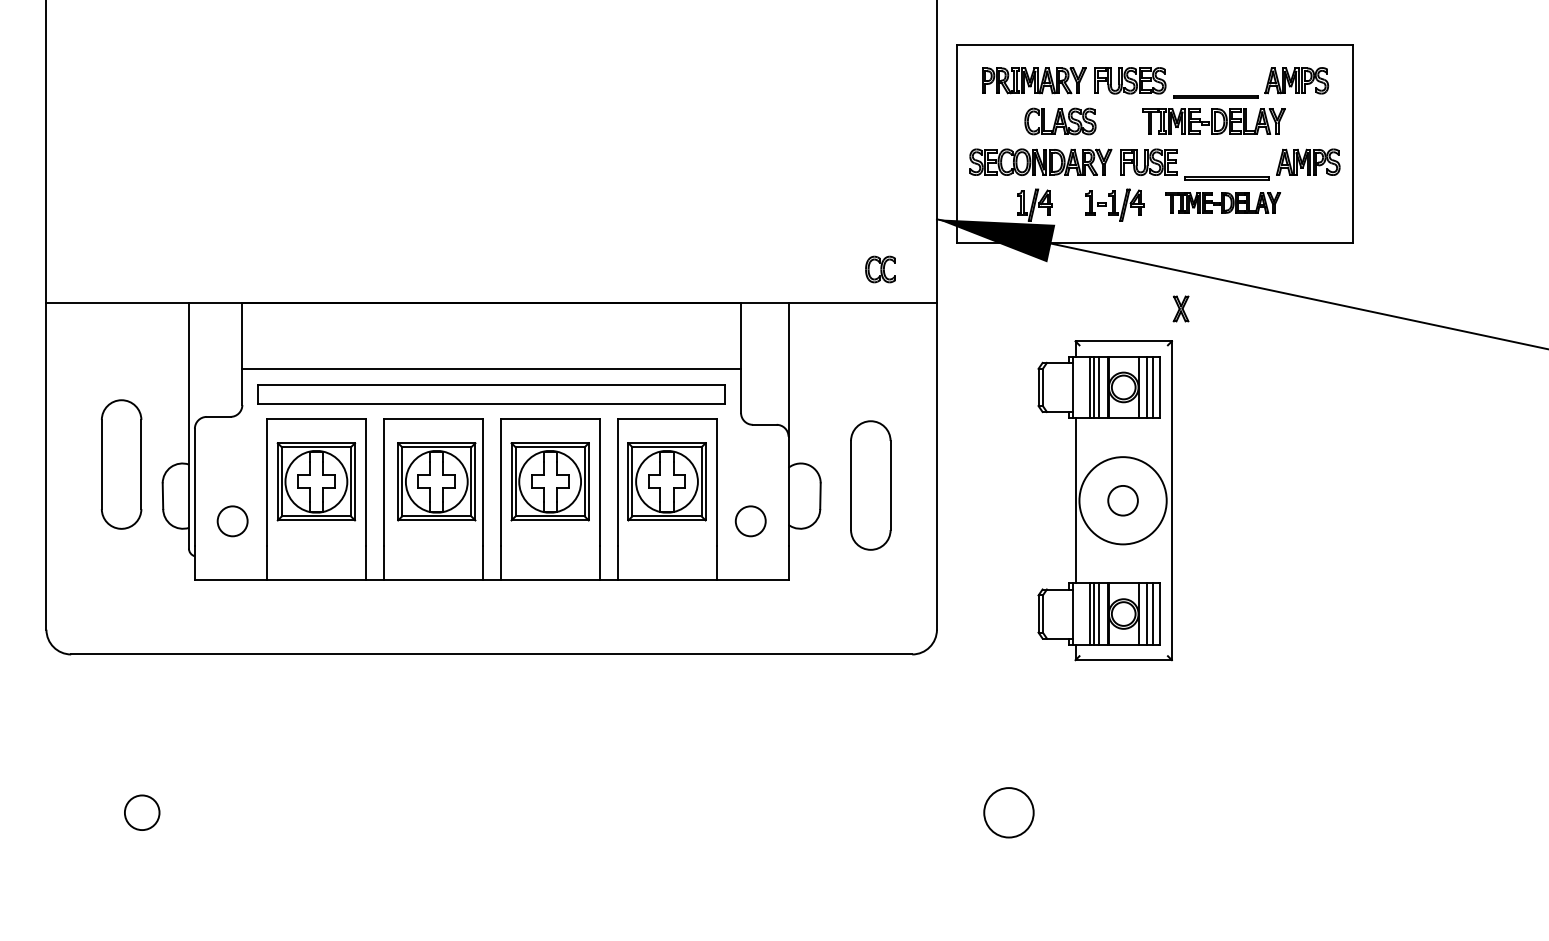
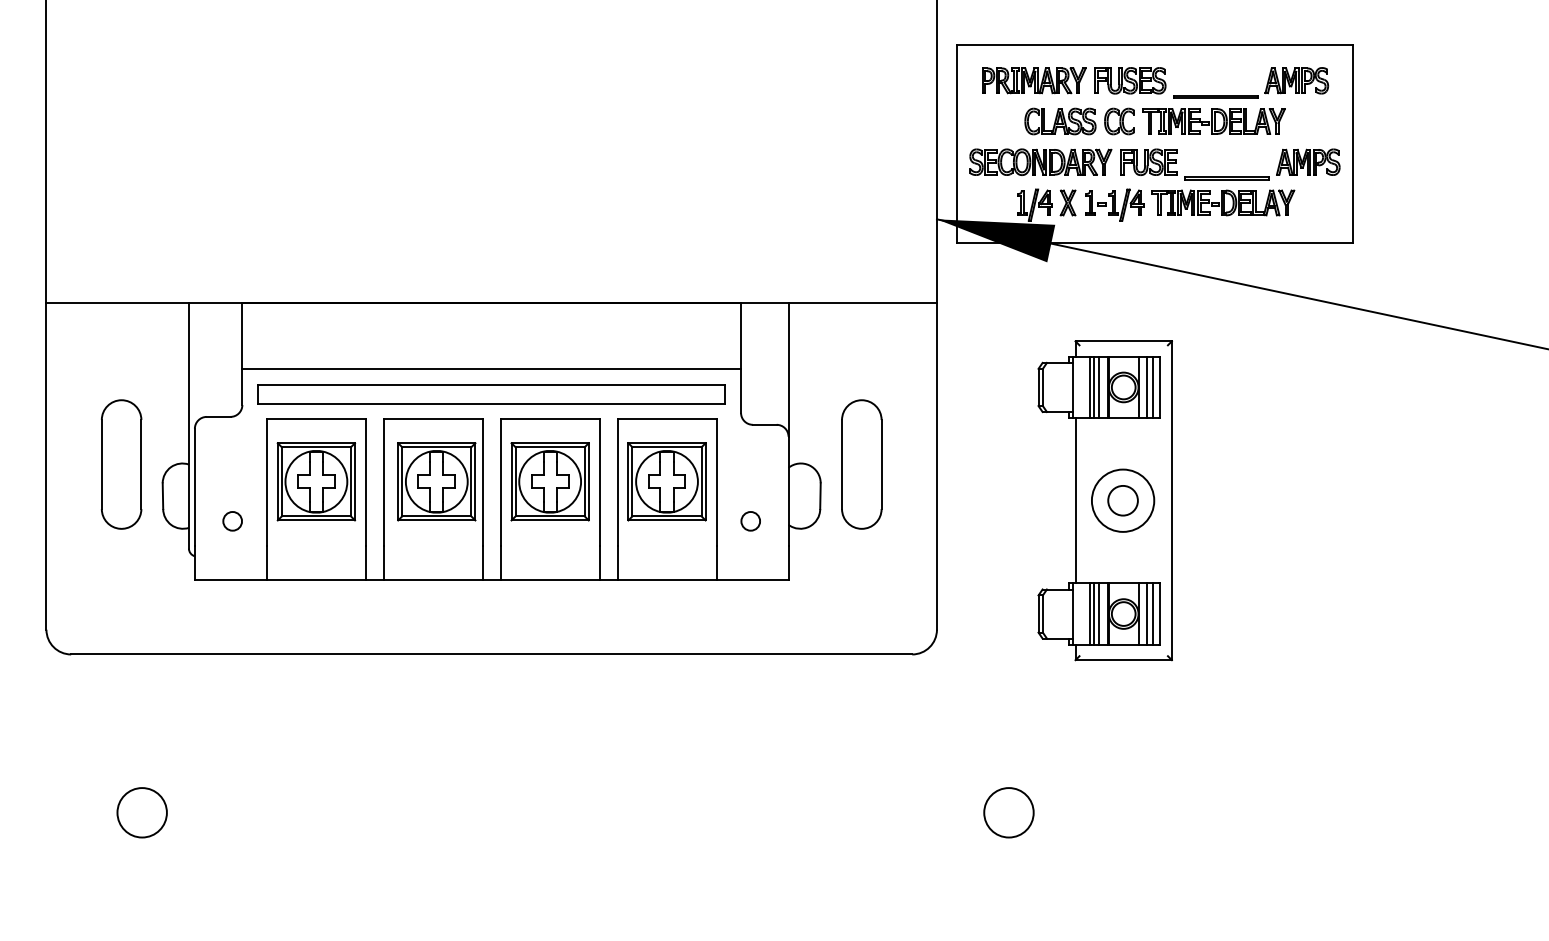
part at (1223, 202) size: 117x22 px -> 145x28 px
part at (880, 269) position: (880, 269) -> (1119, 121)
part at (1180, 308) position: (1180, 308) -> (1067, 202)
part at (870, 485) position: (870, 485) -> (861, 464)
circle at (1122, 500) diameter: 87 px -> 62 px
circle at (232, 521) diameter: 30 px -> 19 px
circle at (750, 521) diameter: 30 px -> 19 px
circle at (141, 812) diameter: 35 px -> 49 px
